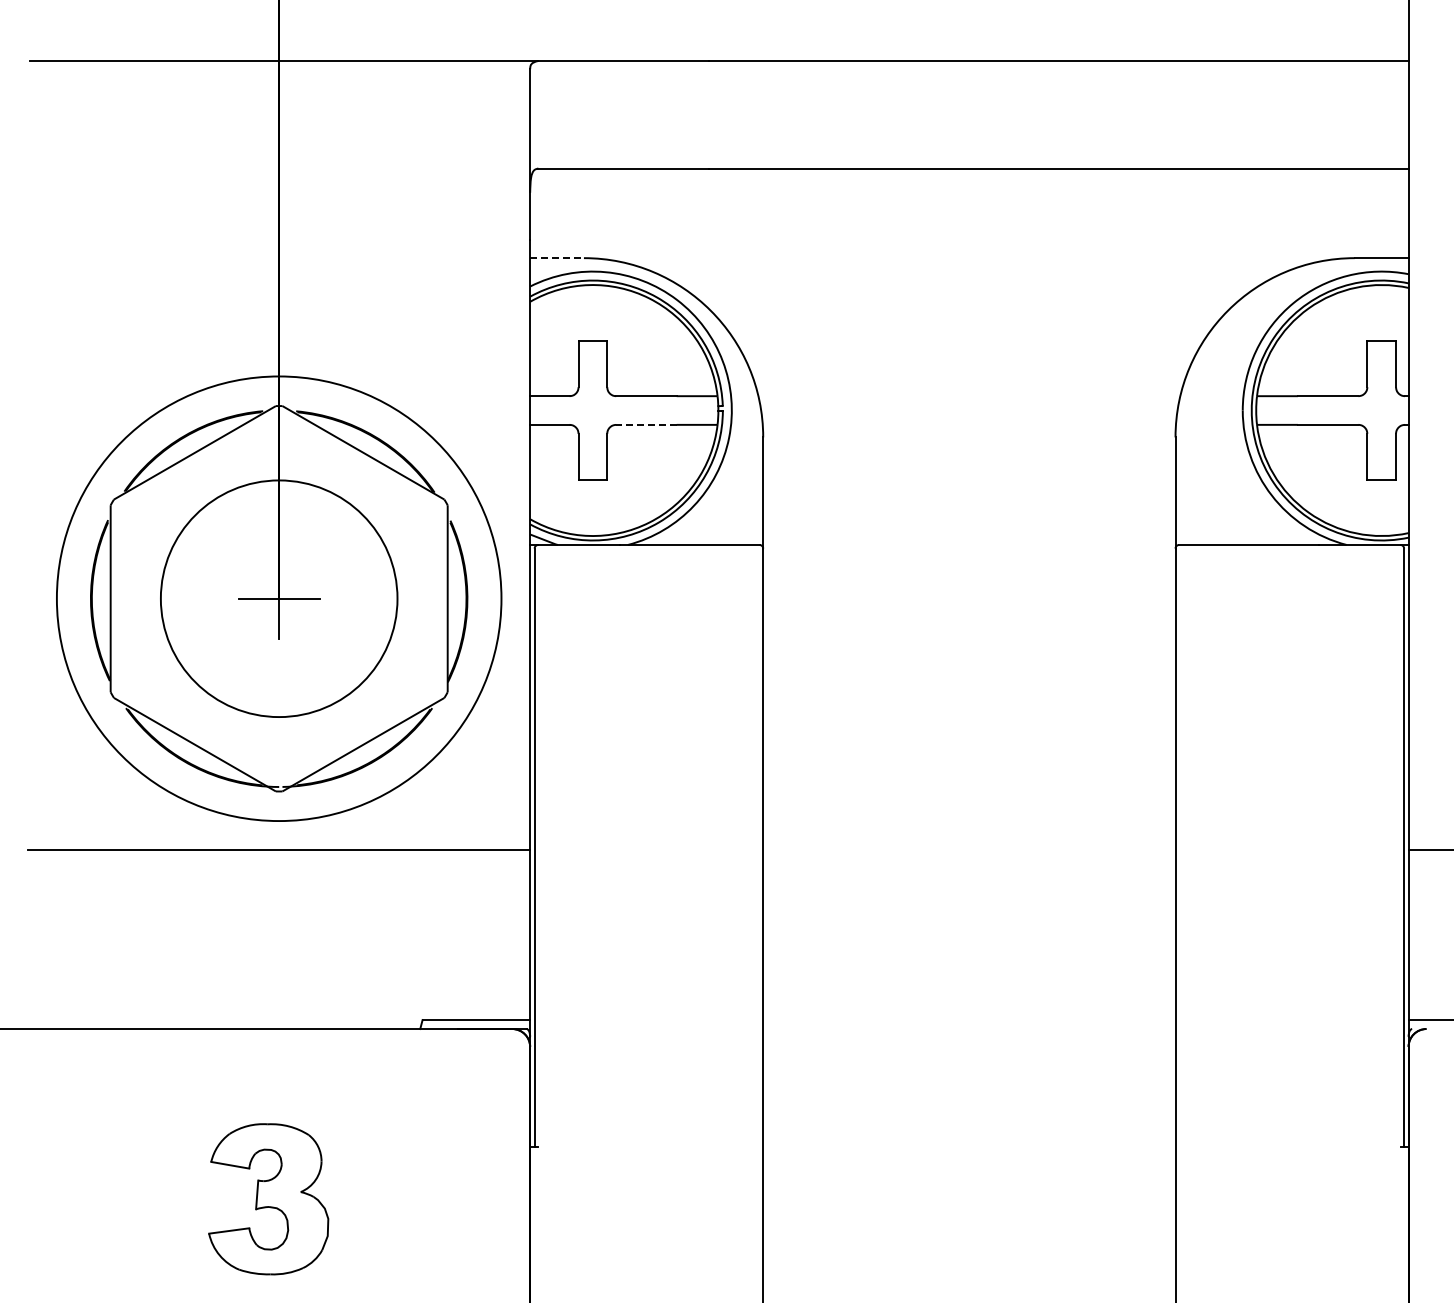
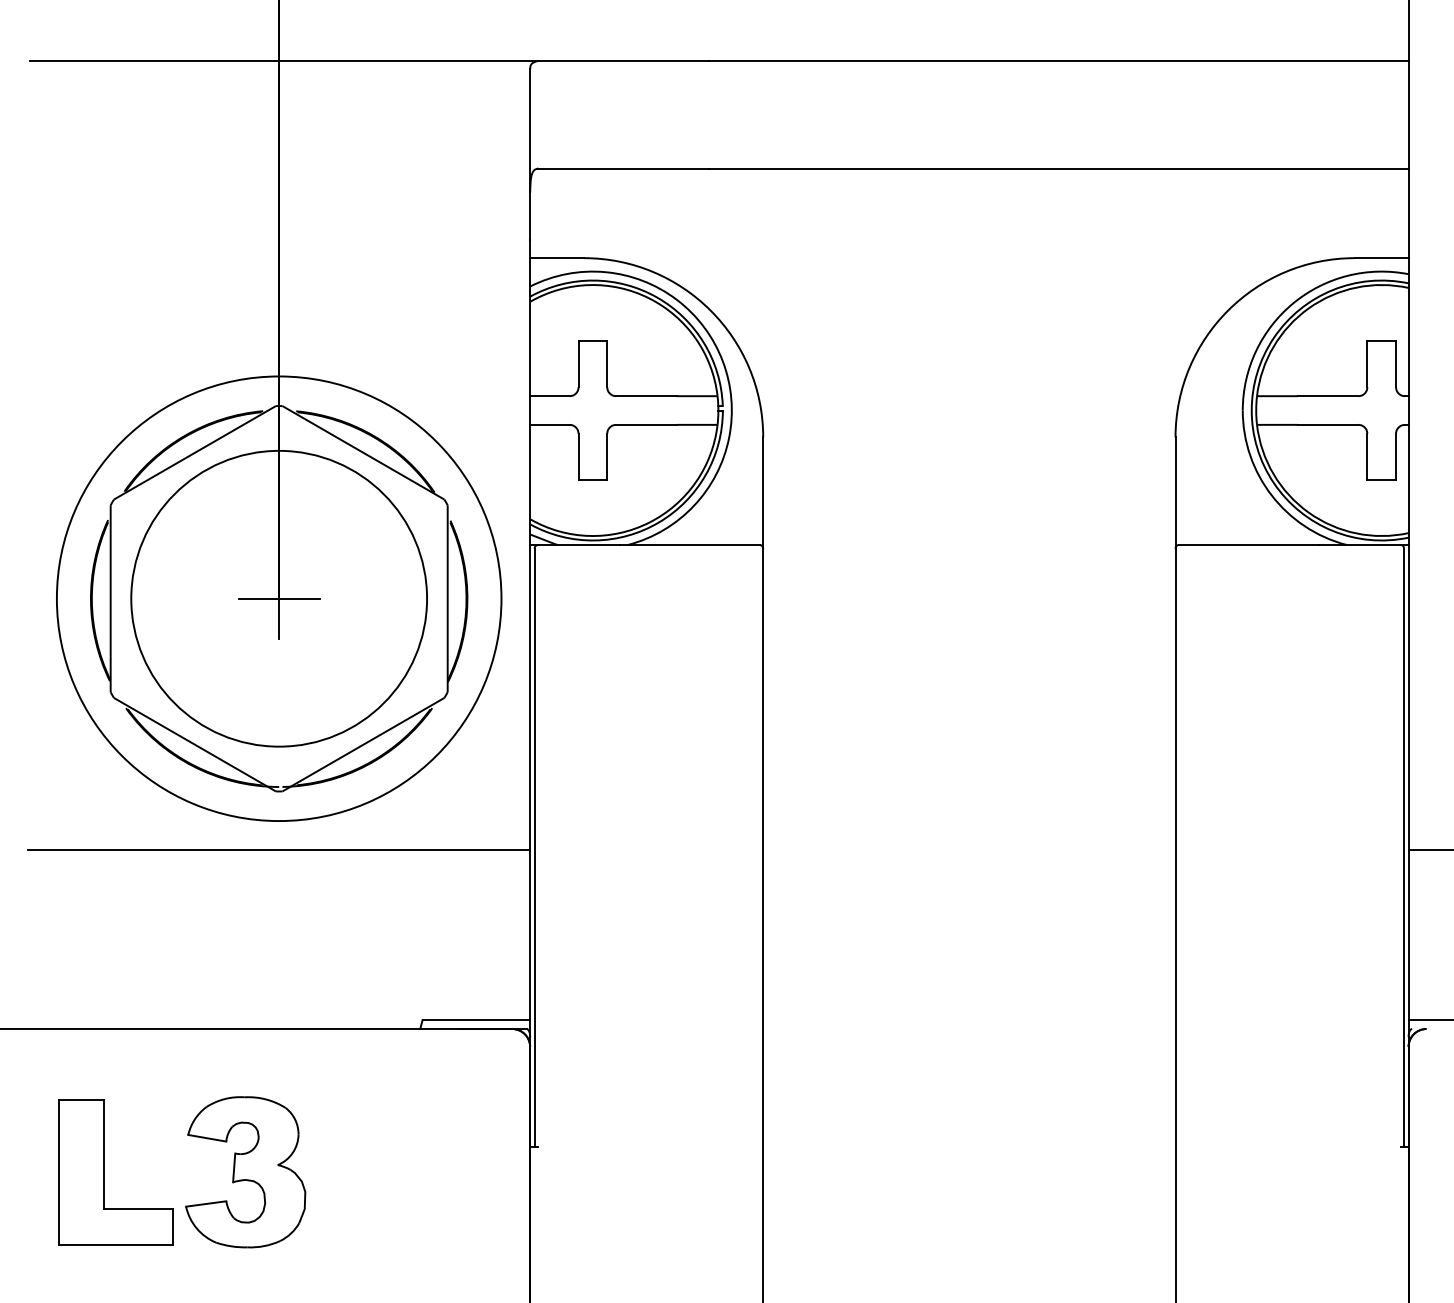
line at (557, 258): dashed -> solid
line at (645, 424): dashed -> solid
circle at (278, 598) diameter: 237 px -> 296 px
part at (104, 1172): none -> present
part at (268, 1199) position: (268, 1199) -> (245, 1172)
